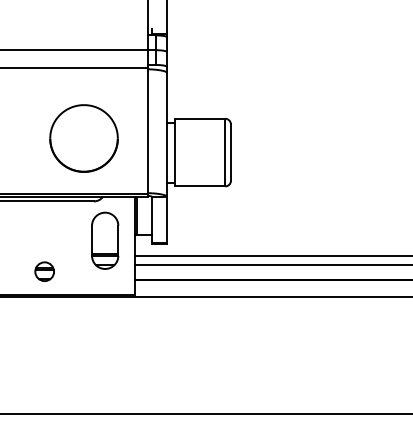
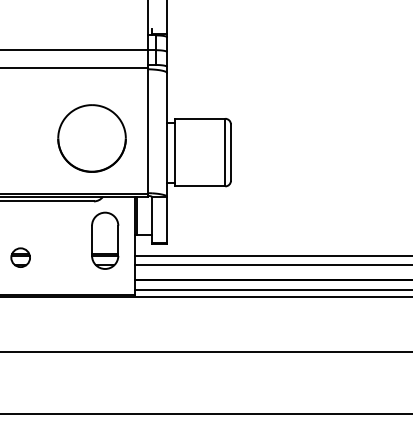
part at (83, 138) position: (83, 138) -> (91, 138)
part at (44, 271) position: (44, 271) -> (20, 257)
line at (272, 289): none -> present
line at (205, 351): none -> present
